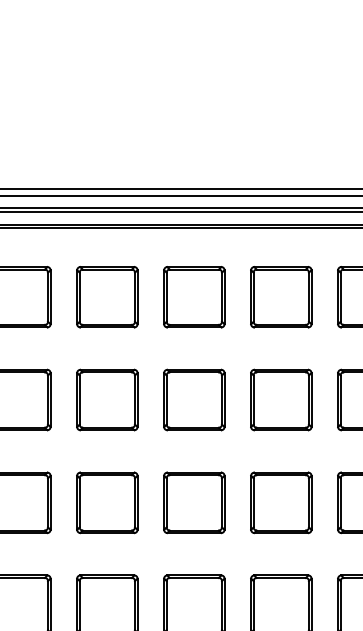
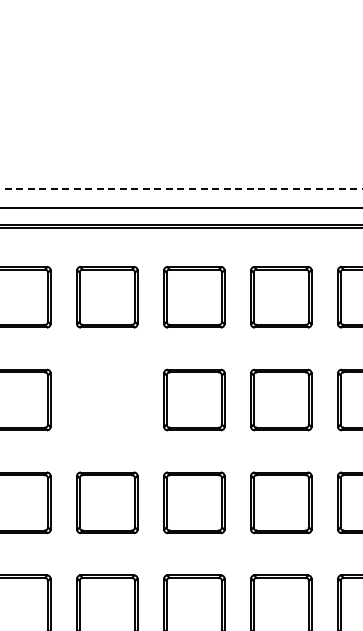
line at (181, 188): solid -> dashed
line at (180, 196): present -> none
line at (180, 211): present -> none
part at (107, 399): present -> none
